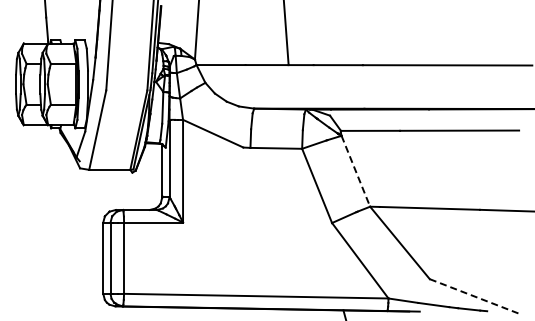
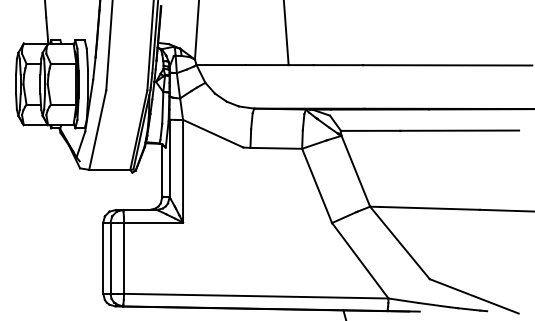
line at (356, 171): dashed -> solid
line at (474, 296): dashed -> solid
